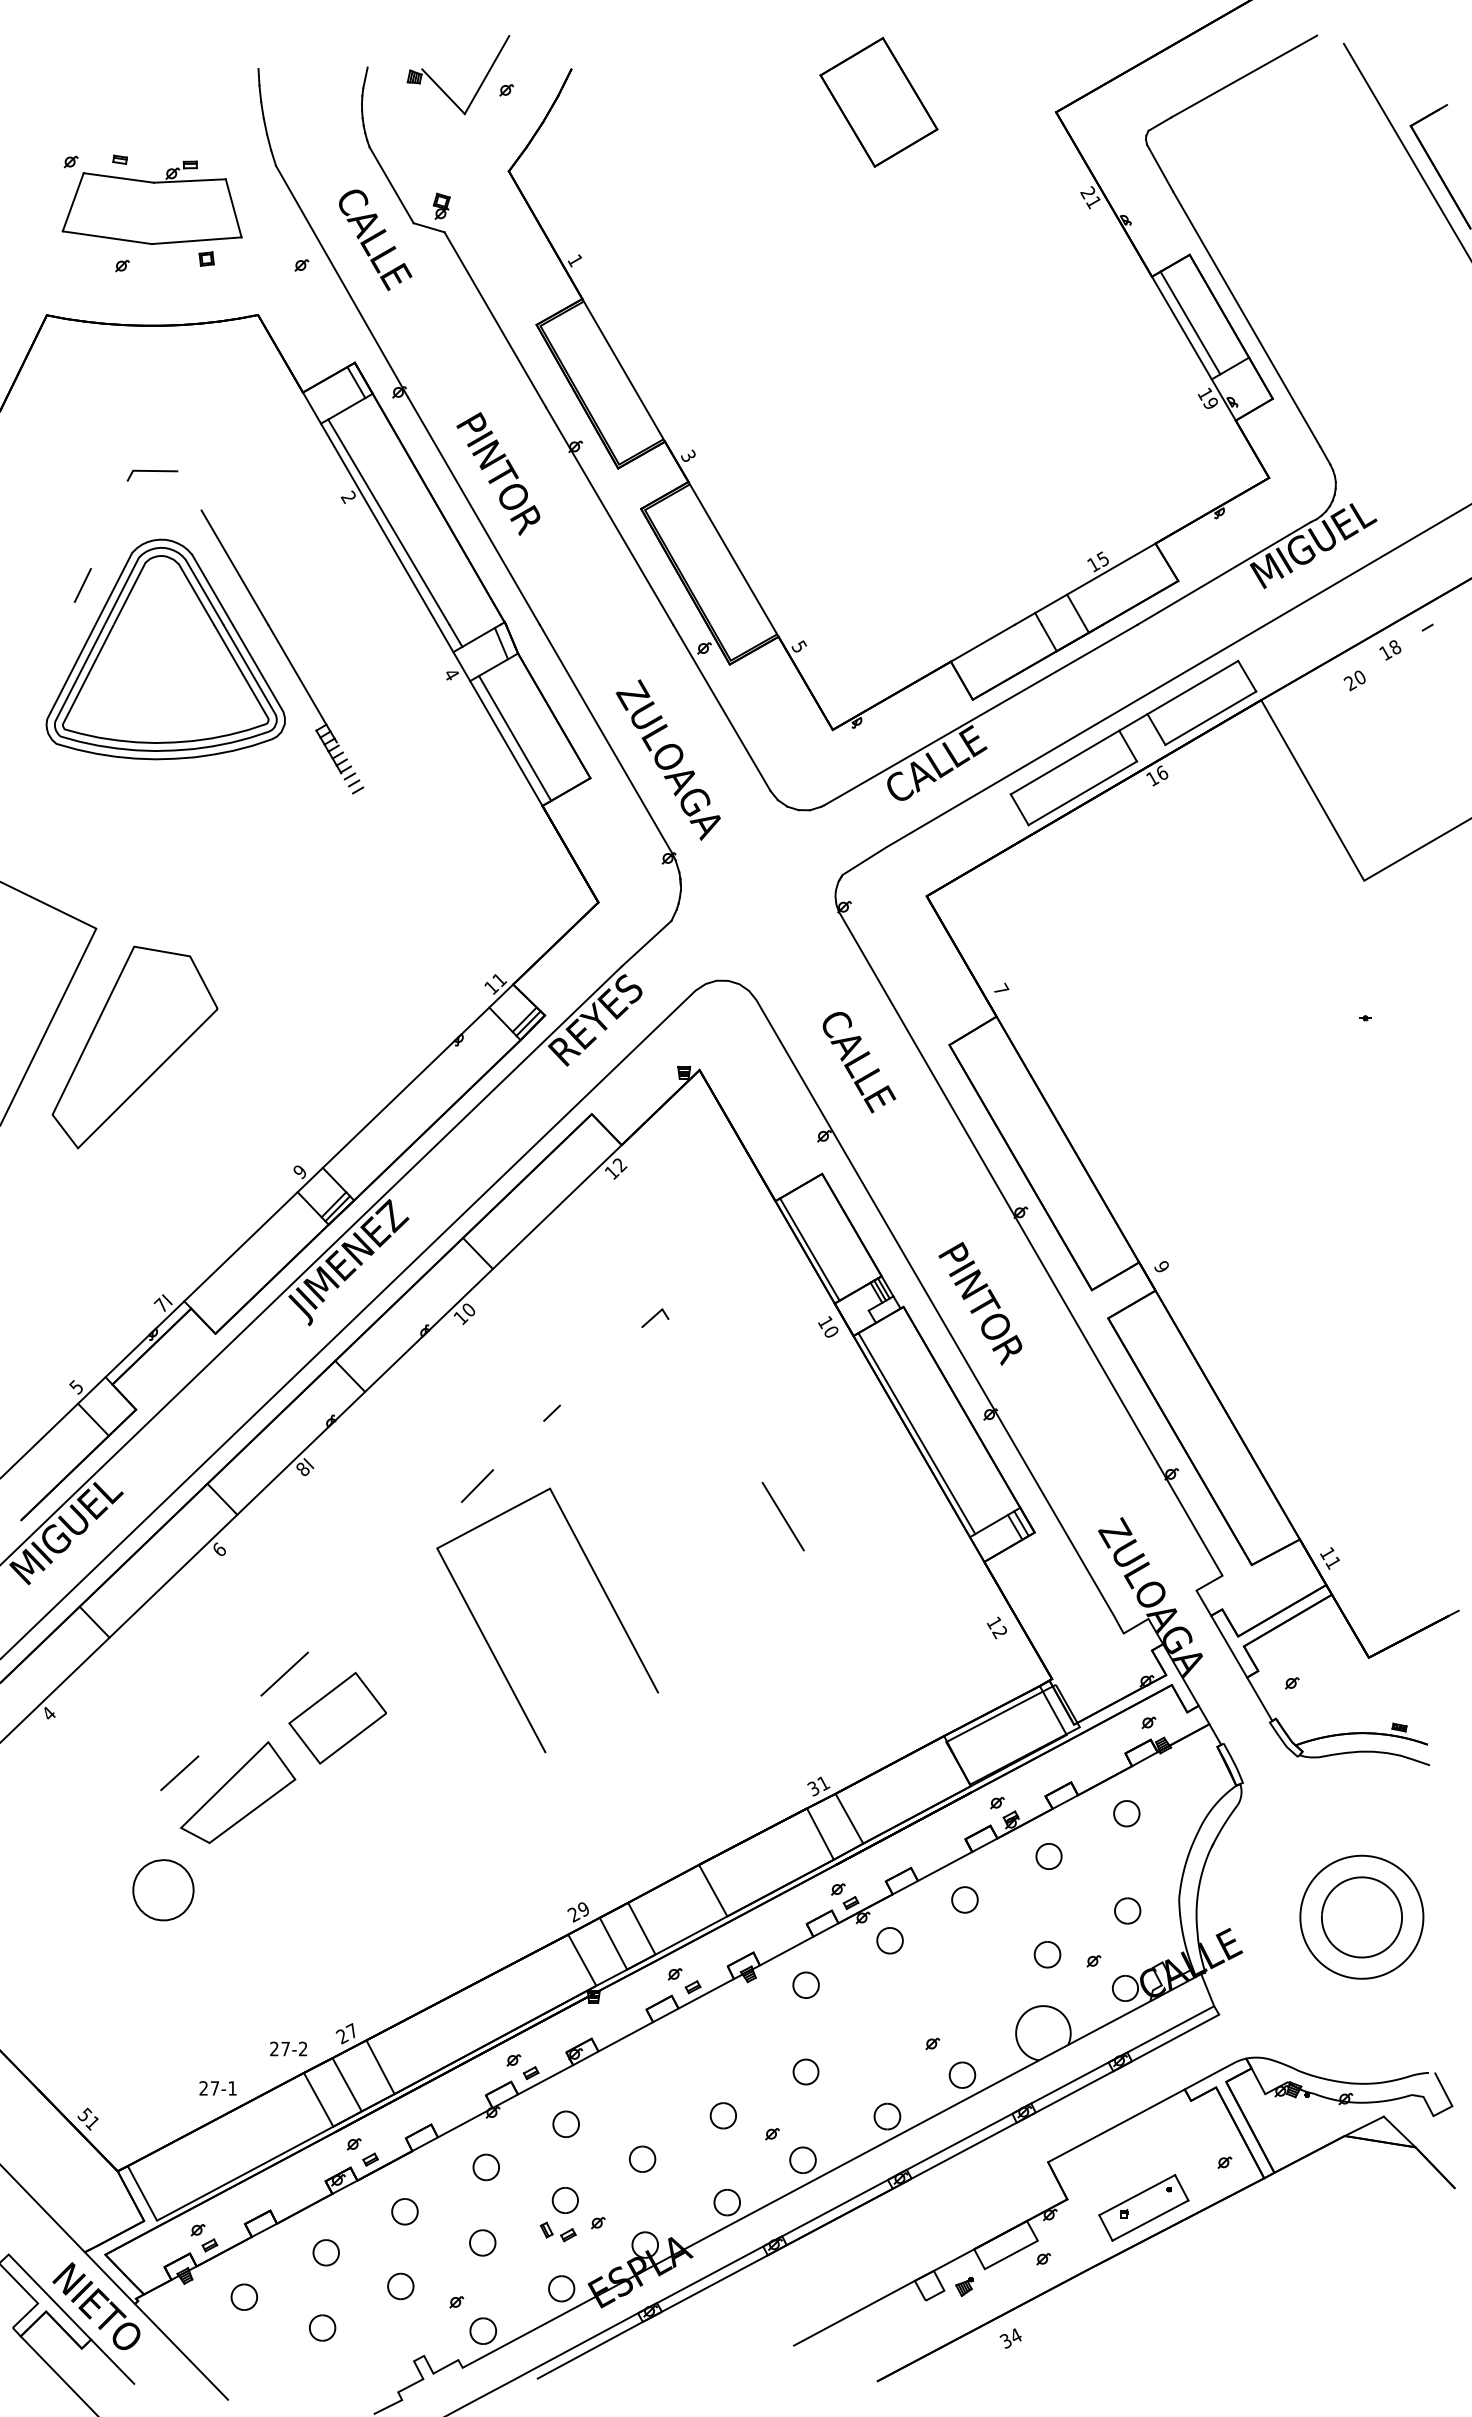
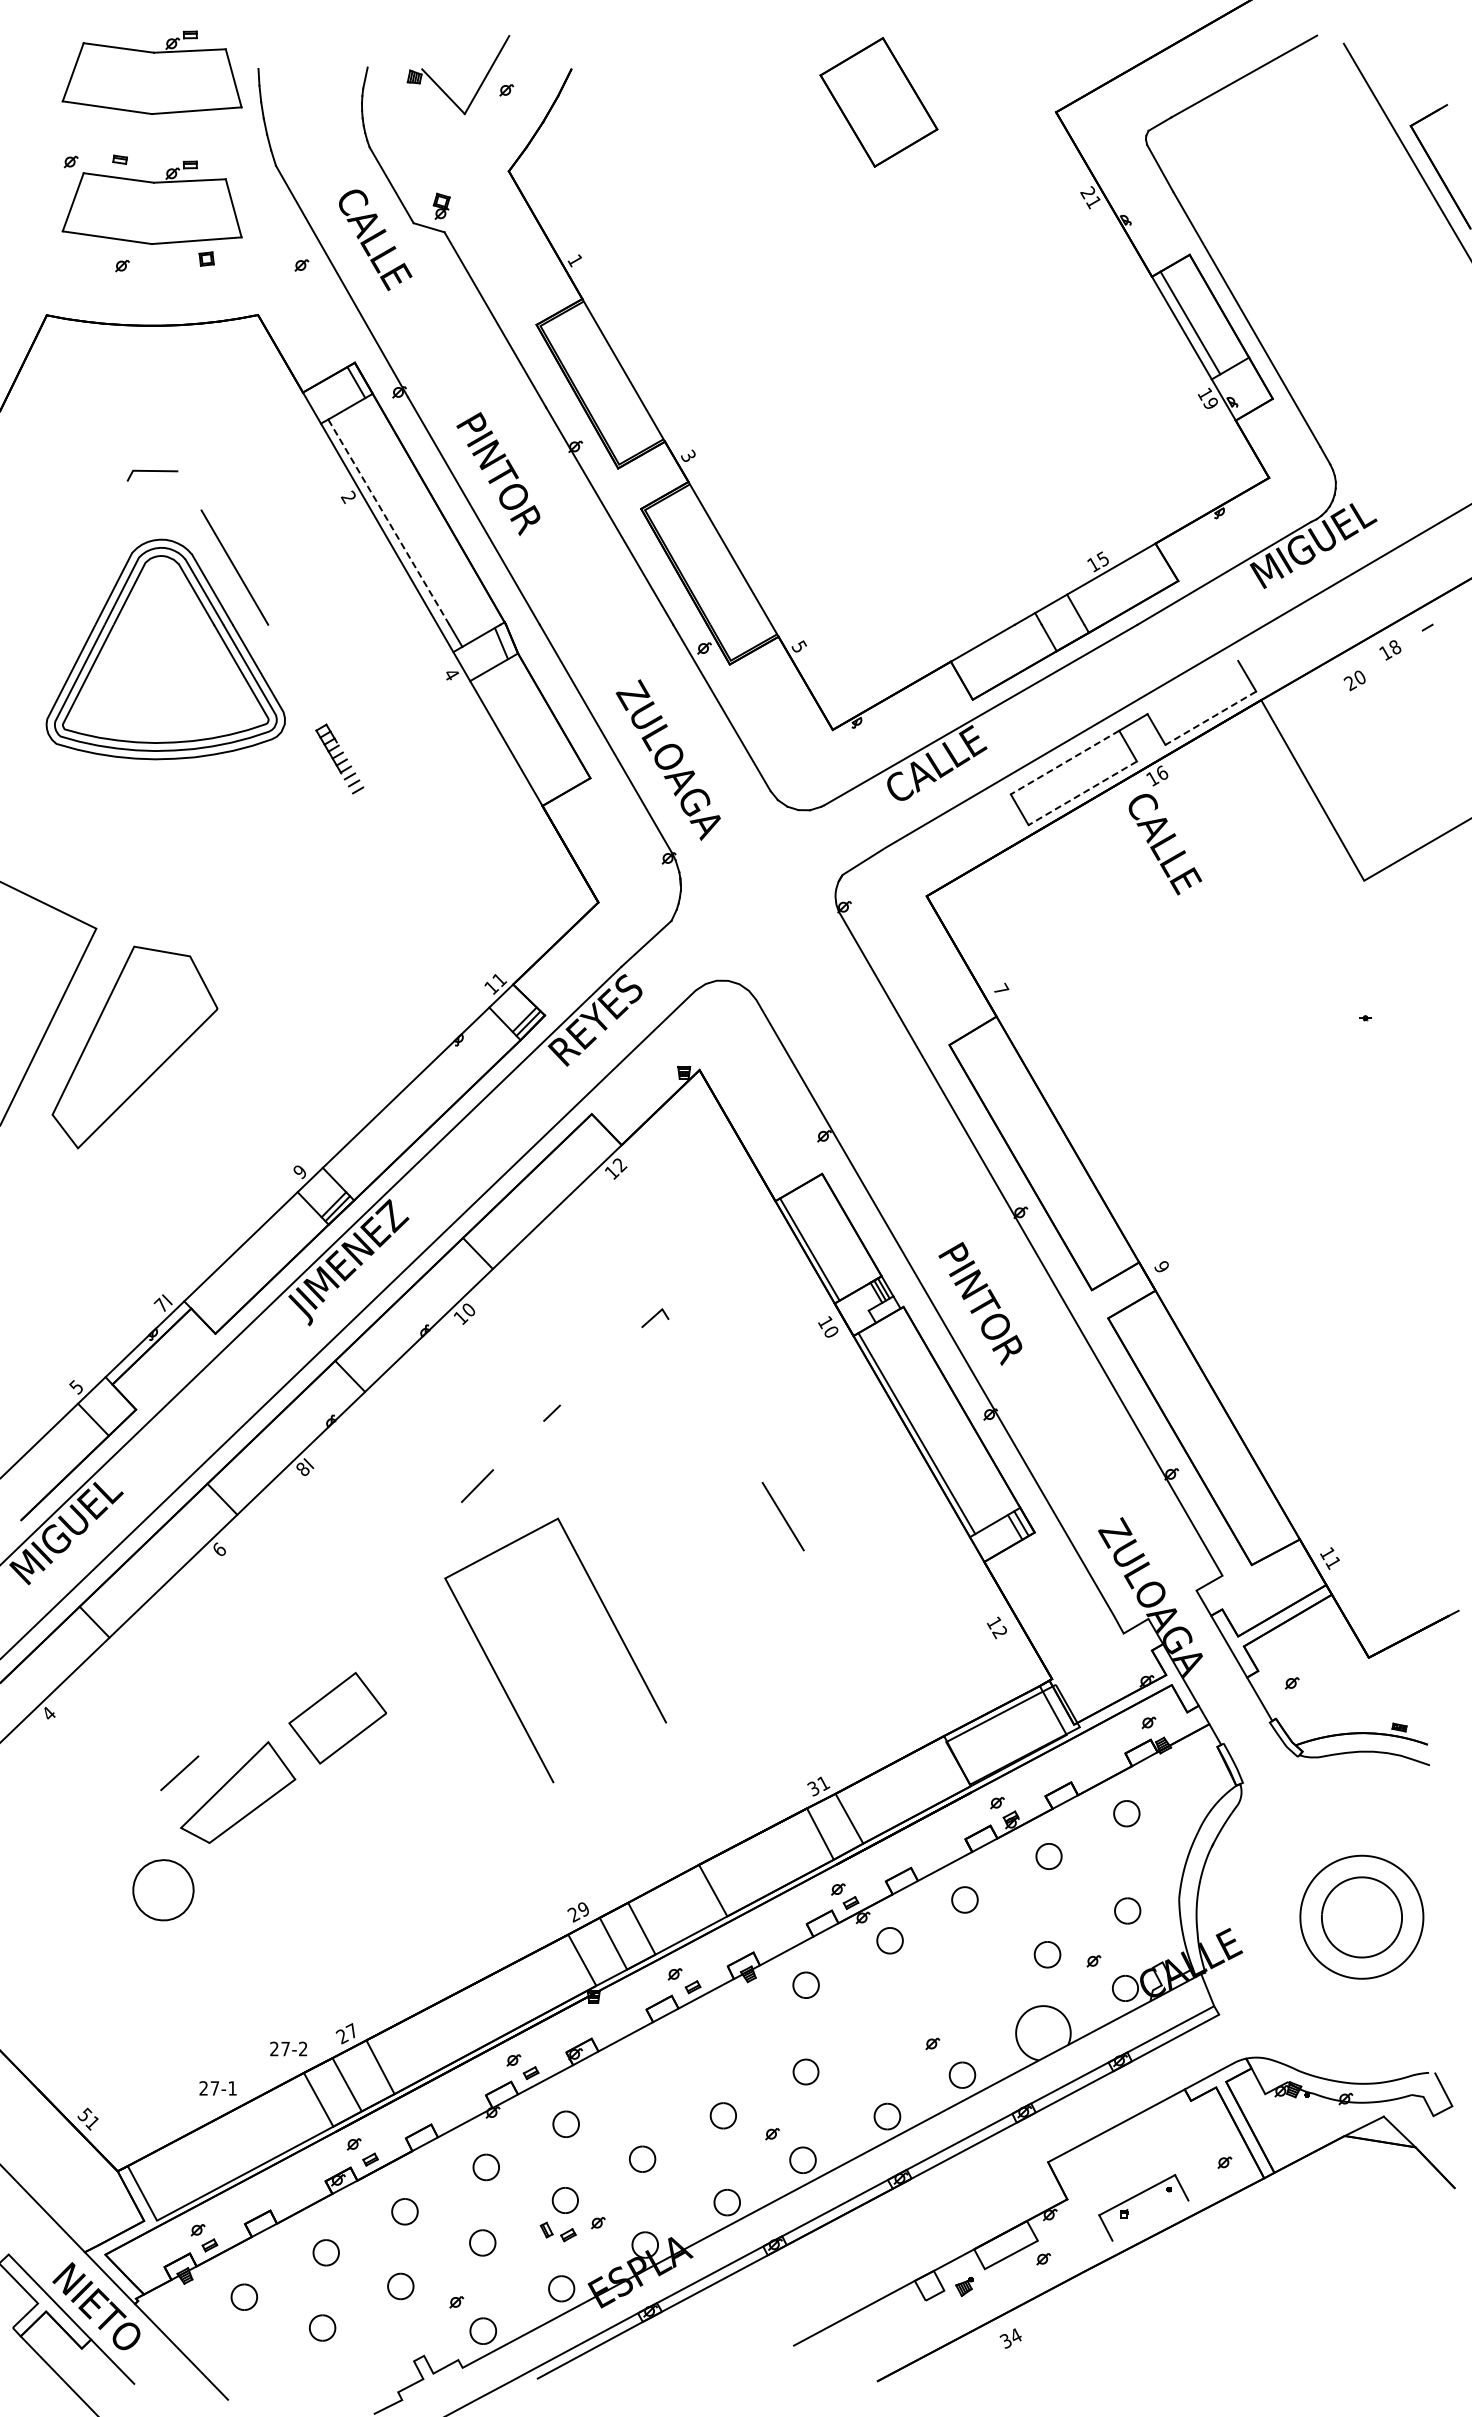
part at (151, 72): none -> present
line at (388, 521): solid -> dashed
line at (82, 585): present -> none
line at (297, 674): present -> none
line at (1192, 687): present -> none
line at (1210, 718): solid -> dashed
line at (515, 737): present -> none
line at (1065, 762): solid -> dashed
line at (1082, 793): solid -> dashed
part at (859, 1062) position: (859, 1062) -> (1165, 844)
line at (491, 1648) position: (491, 1648) -> (499, 1678)
line at (284, 1673): present -> none
line at (1150, 2220): present -> none
